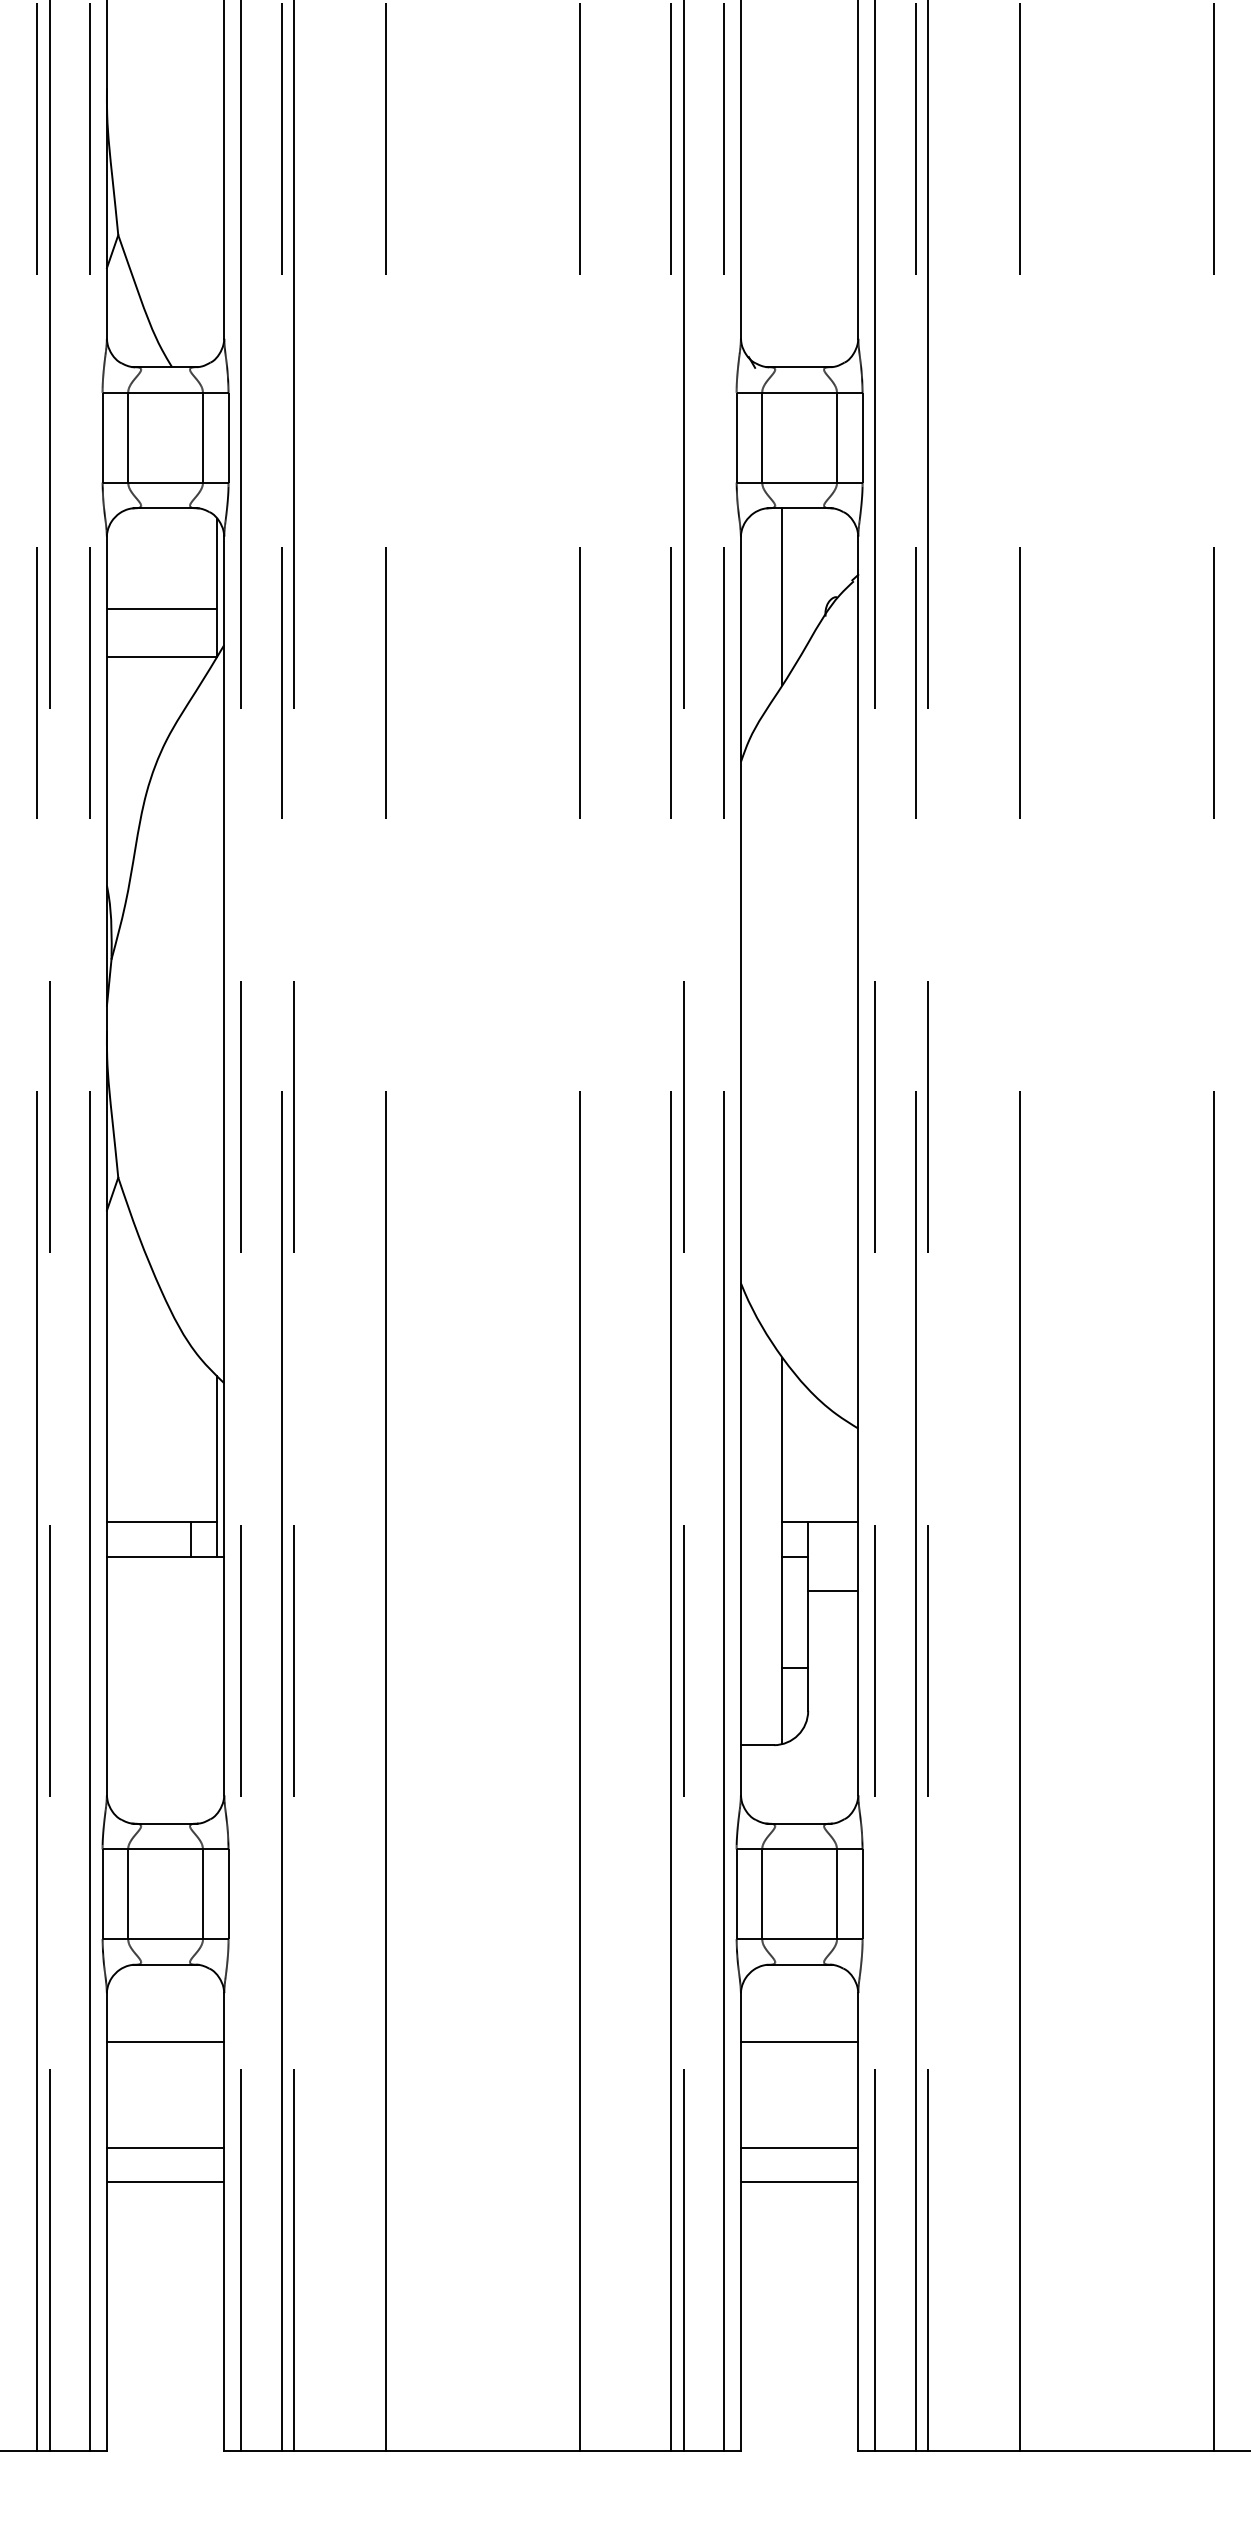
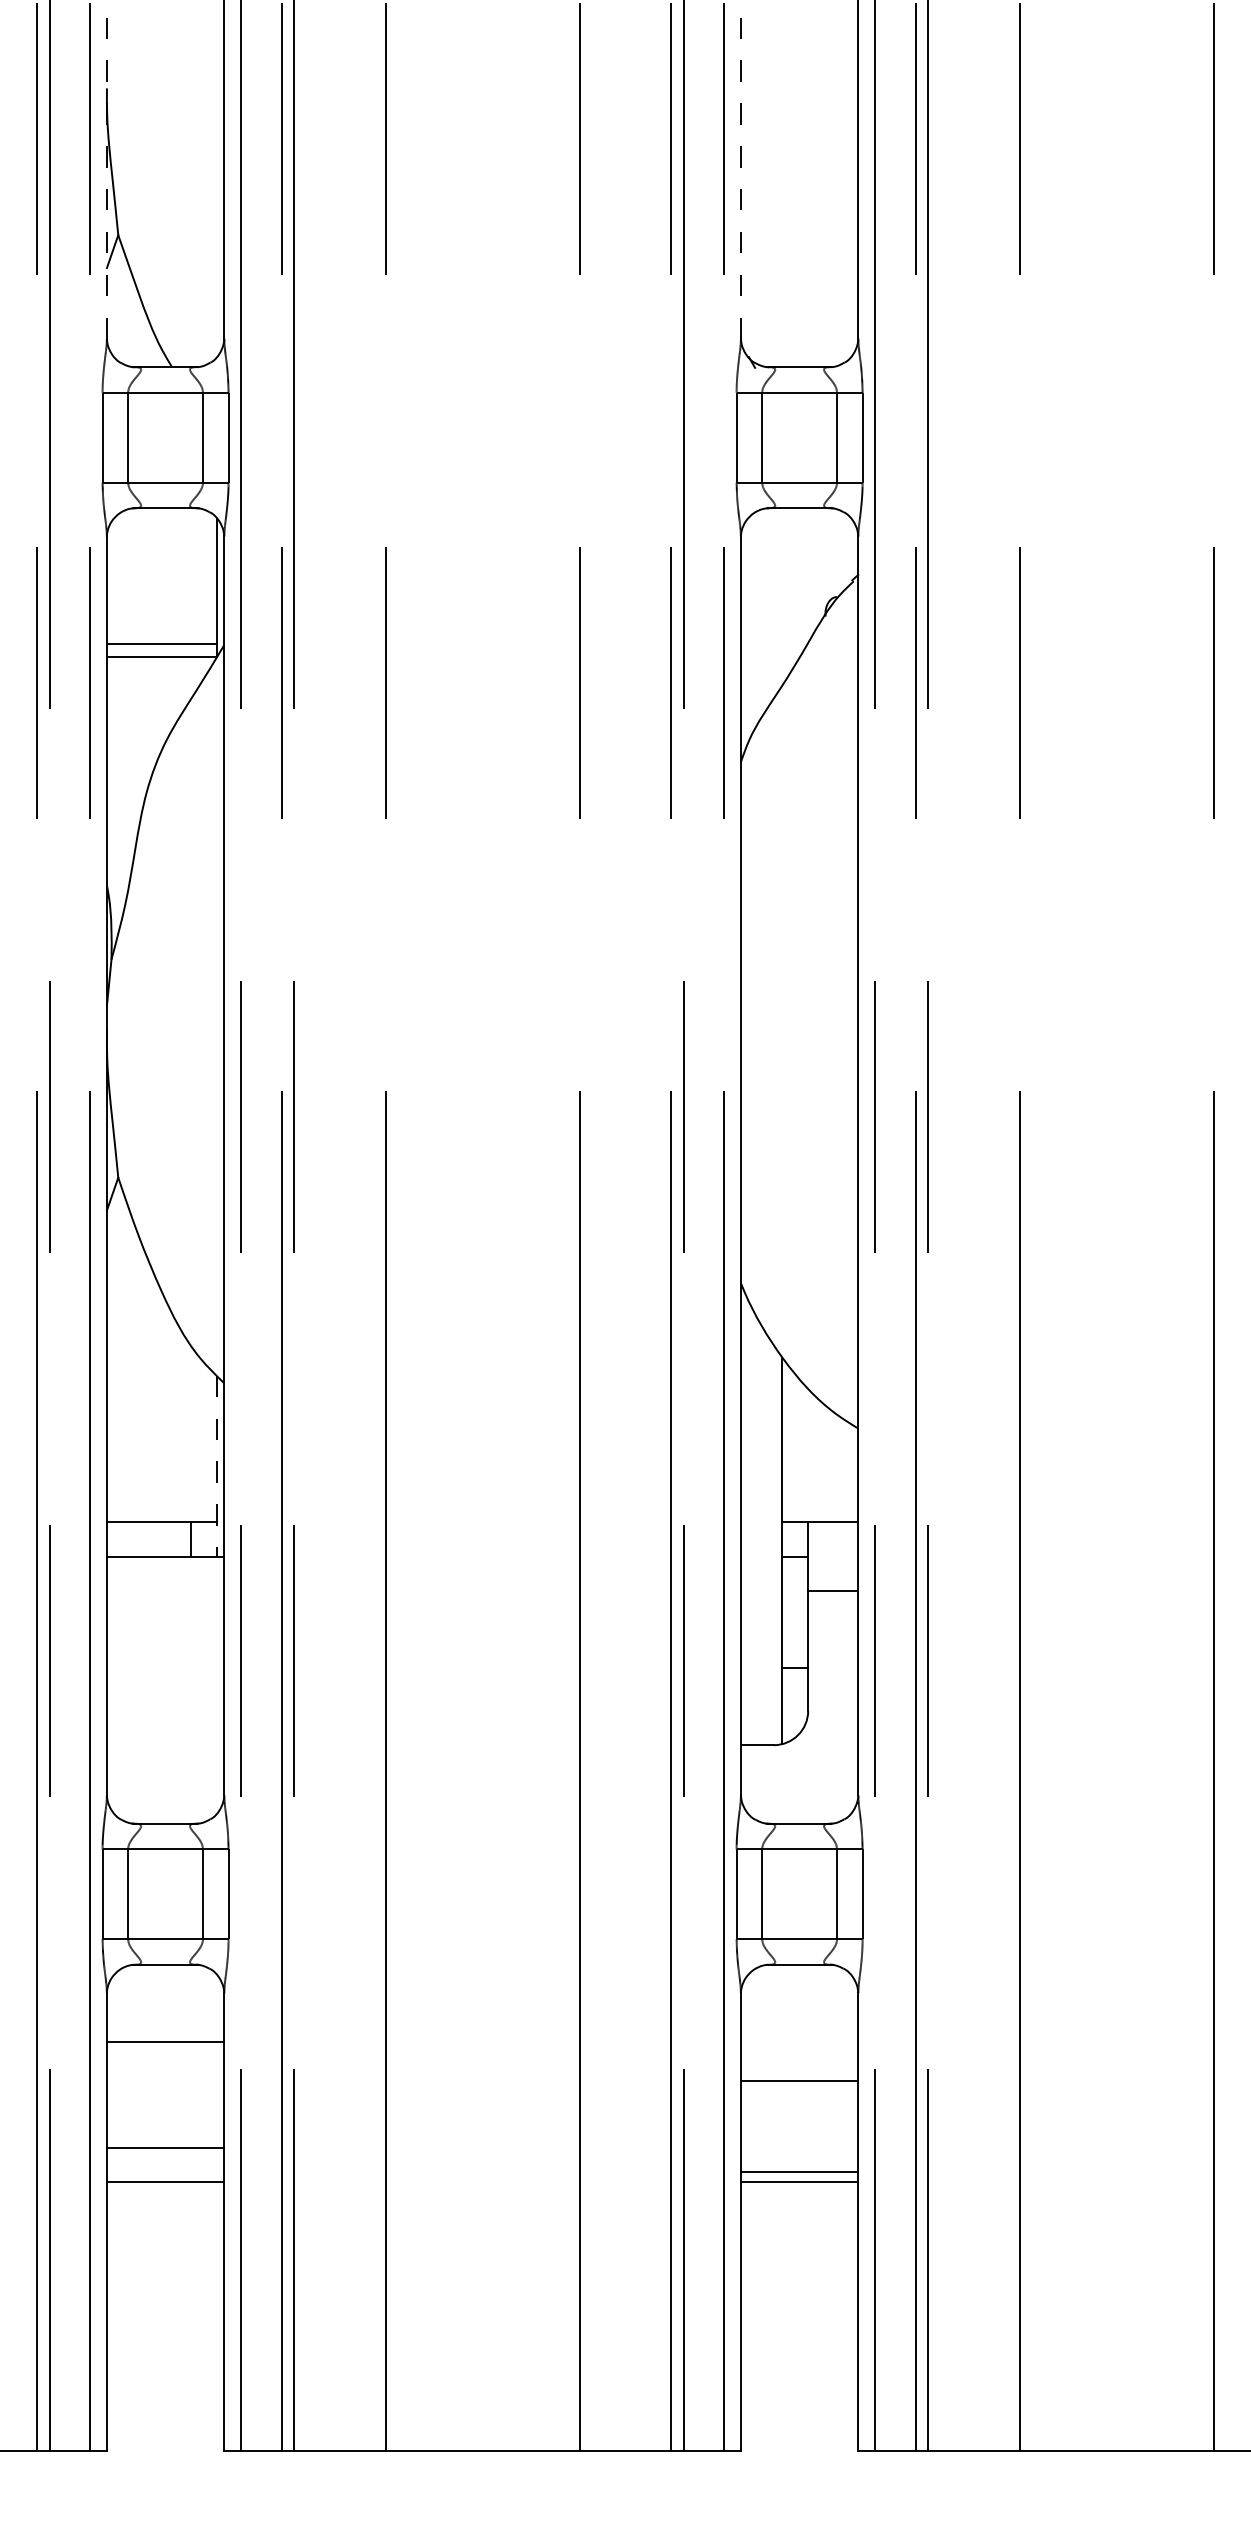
line at (106, 169): solid -> dashed
line at (740, 169): solid -> dashed
line at (782, 596): present -> none
line at (161, 608) position: (161, 608) -> (161, 643)
line at (216, 1466): solid -> dashed
line at (799, 2041) position: (799, 2041) -> (799, 2080)
line at (799, 2147) position: (799, 2147) -> (799, 2171)
